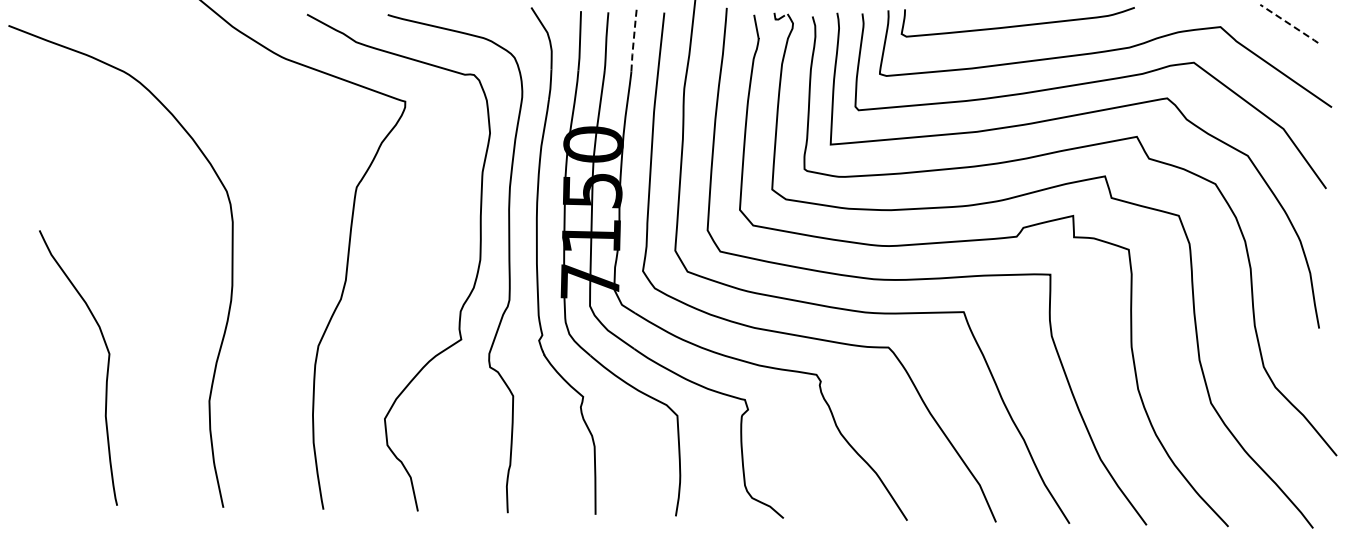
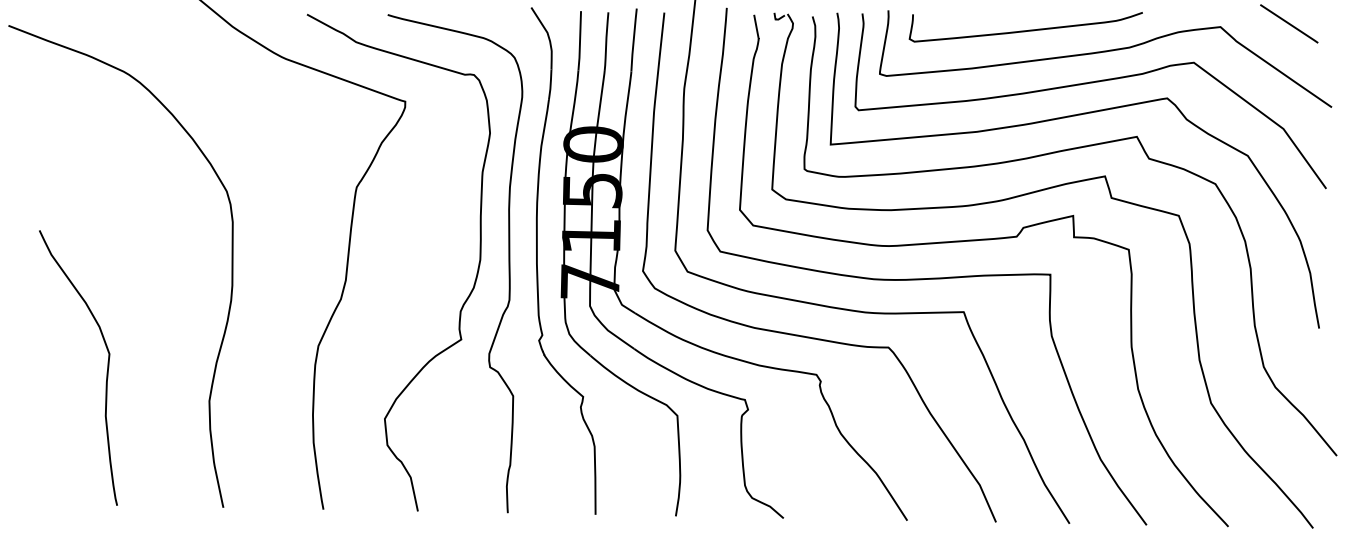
line at (1289, 23): dashed -> solid
curve at (1017, 25) position: (1017, 25) -> (1025, 30)
line at (633, 39): dashed -> solid
